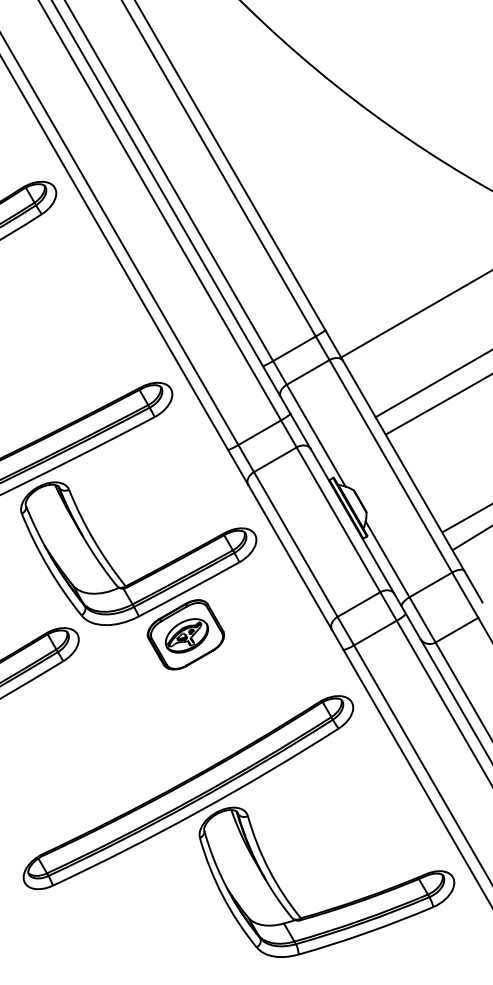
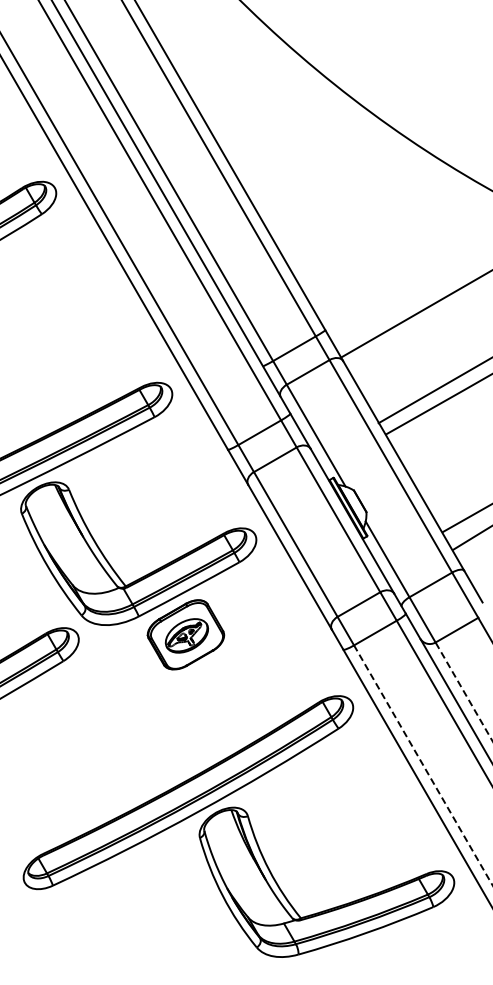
line at (432, 384) position: (432, 384) -> (433, 391)
line at (464, 691): solid -> dashed
line at (423, 764): solid -> dashed
